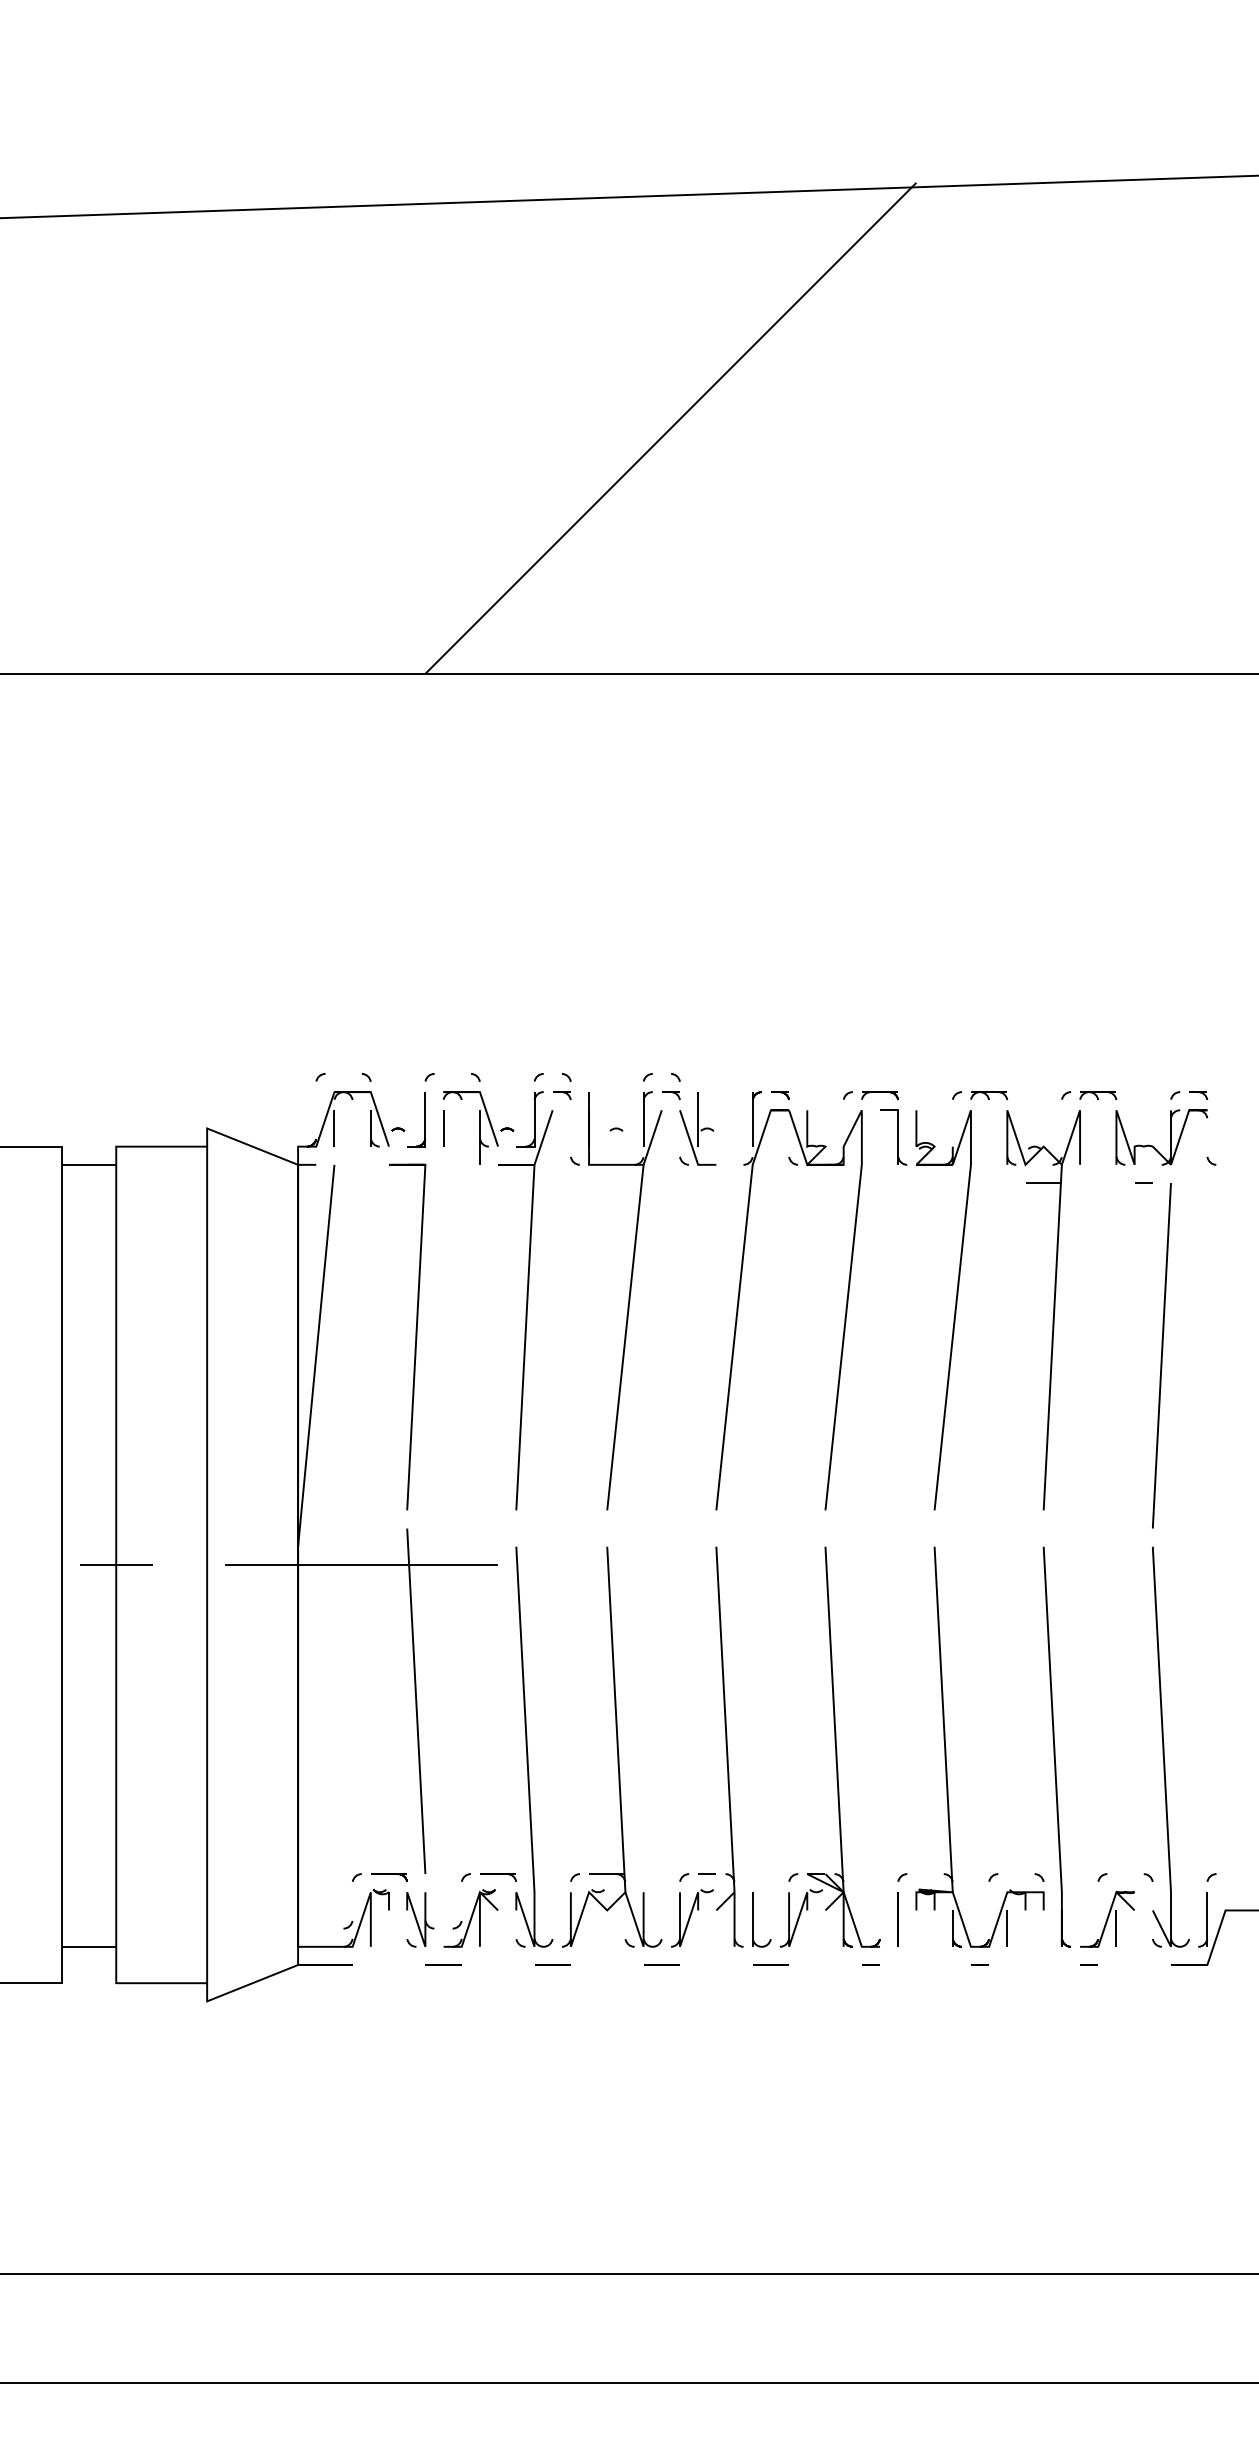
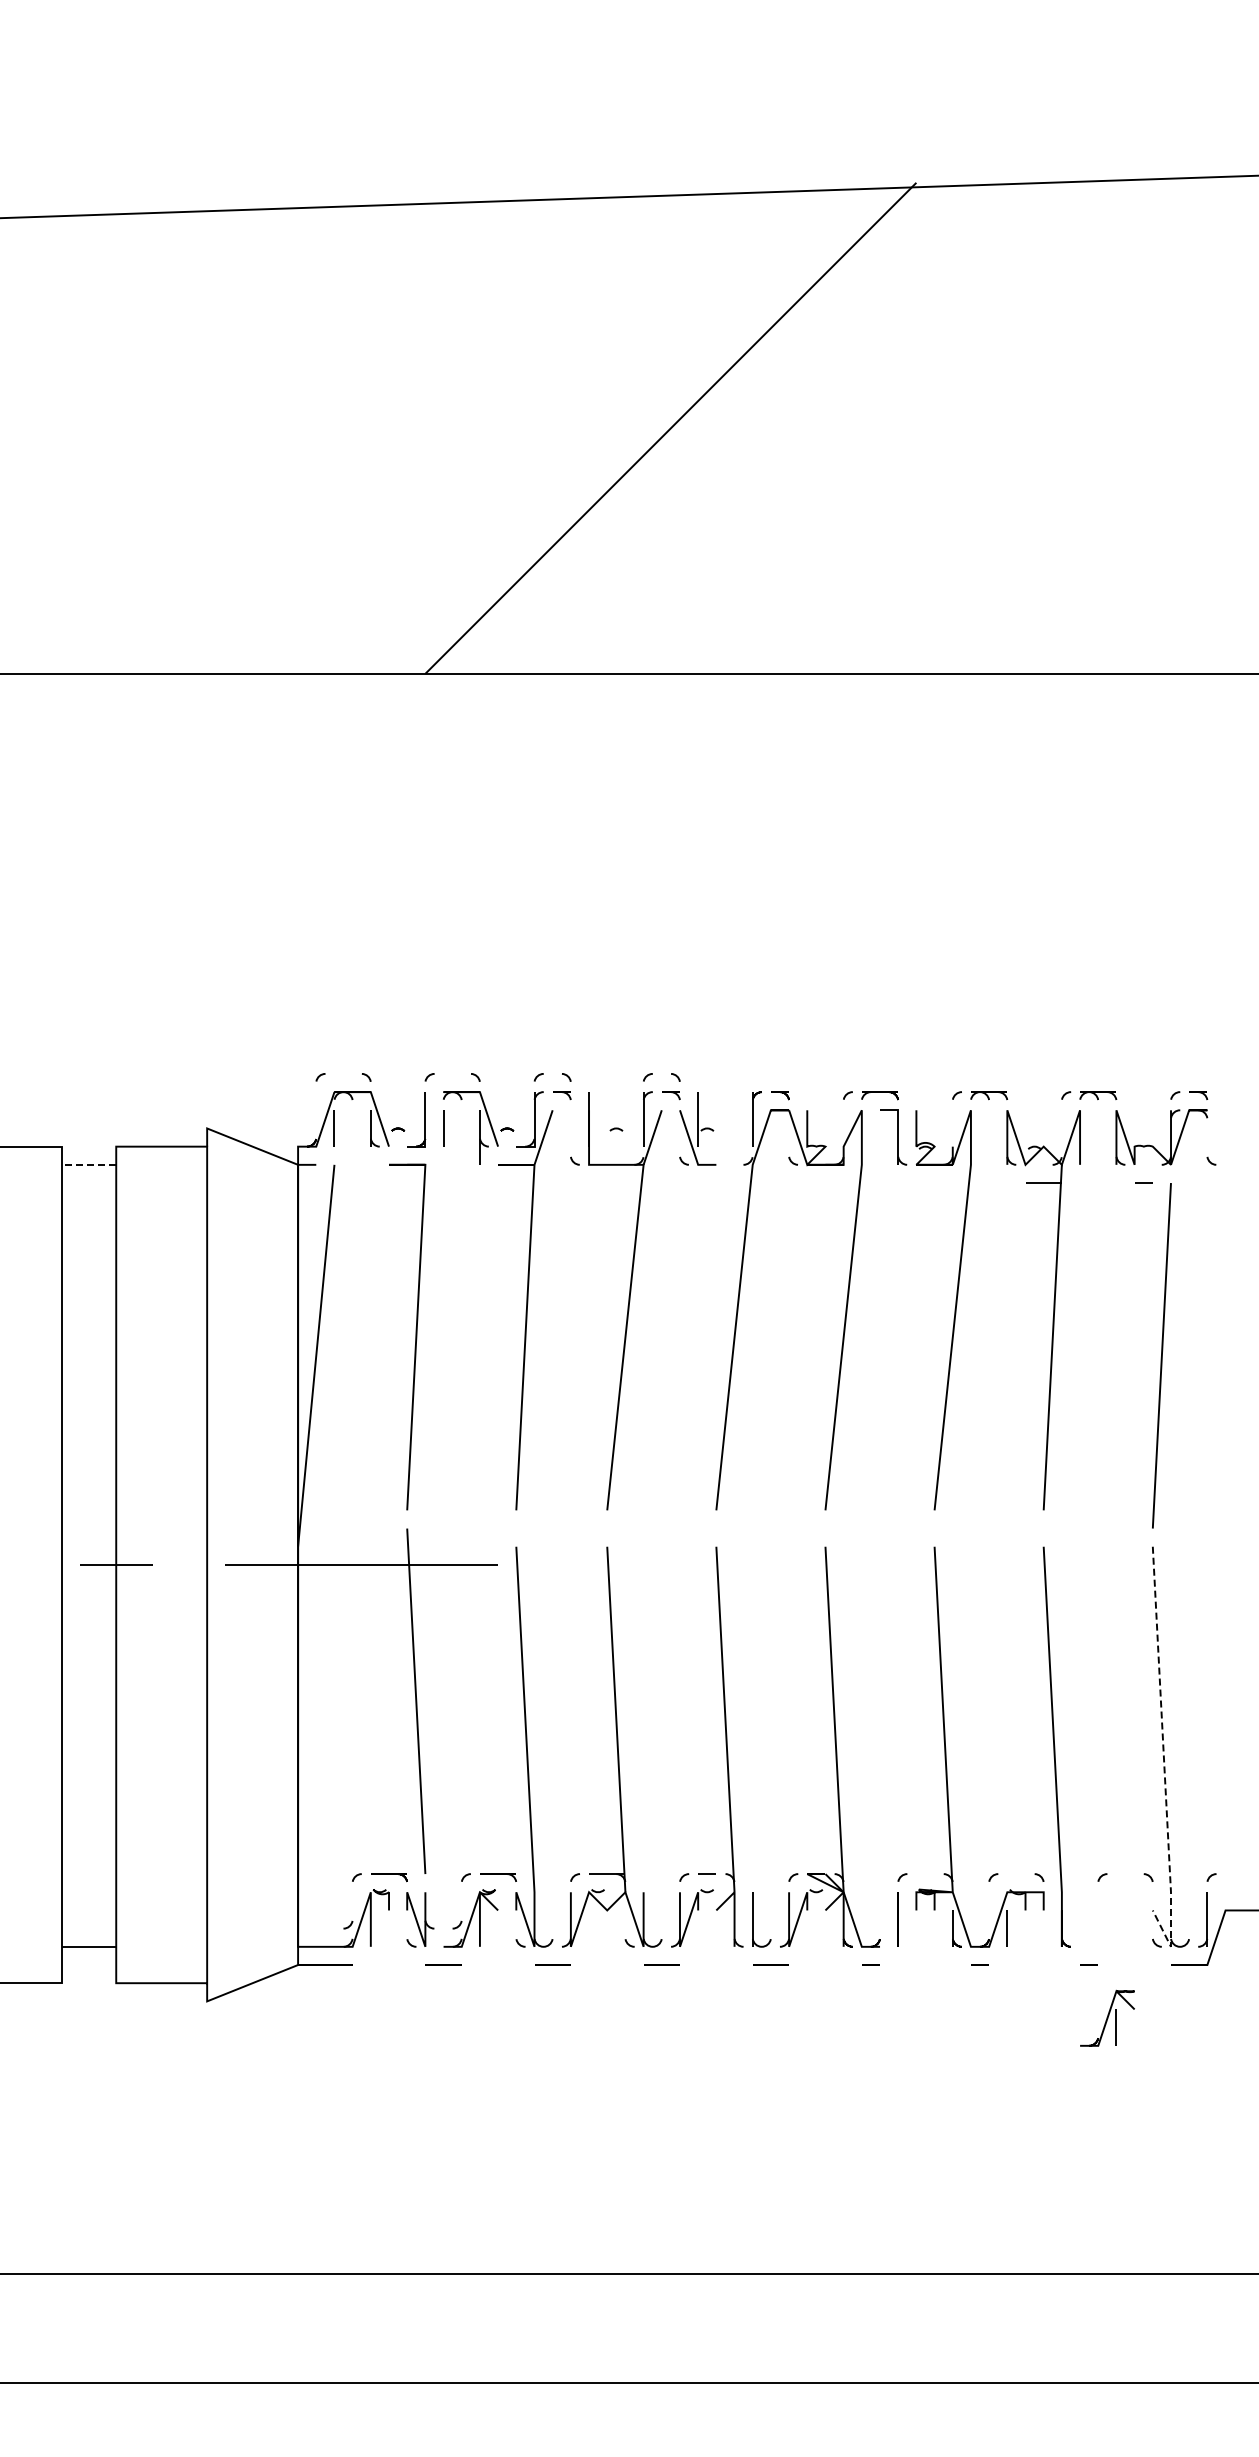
line at (88, 1164): solid -> dashed
line at (1164, 1768): solid -> dashed
part at (1107, 1918) position: (1107, 1918) -> (1107, 2017)
